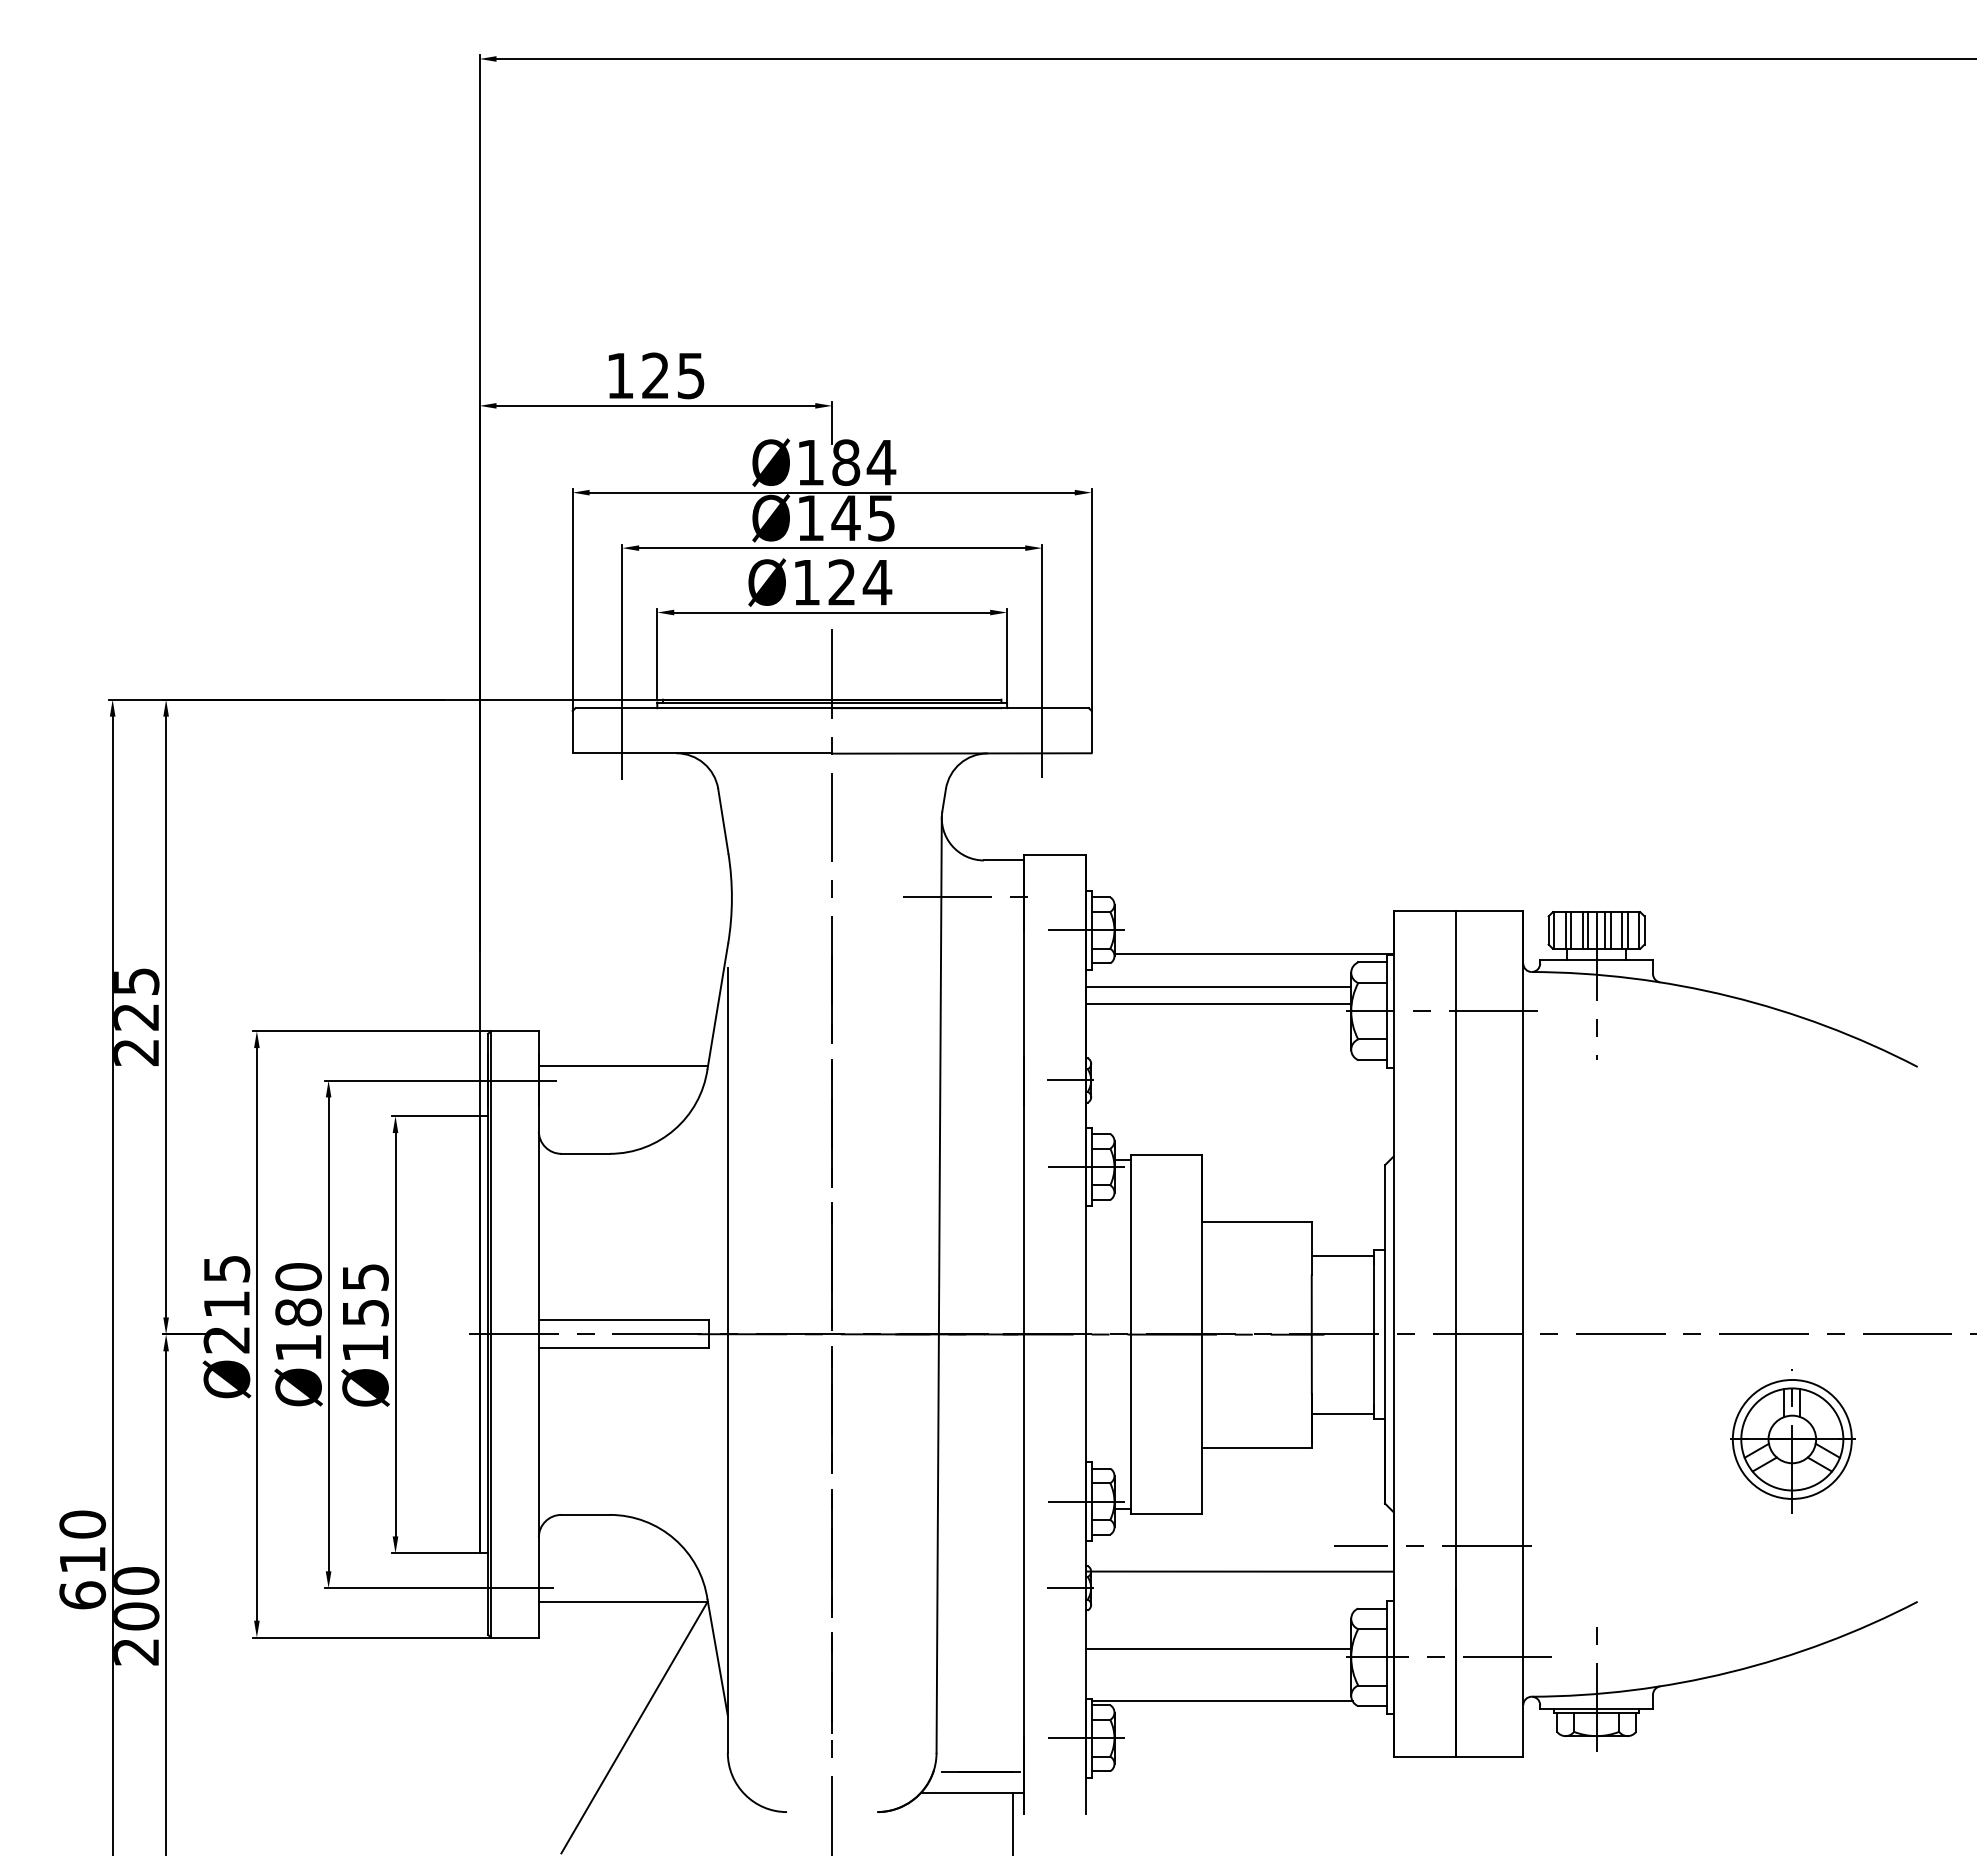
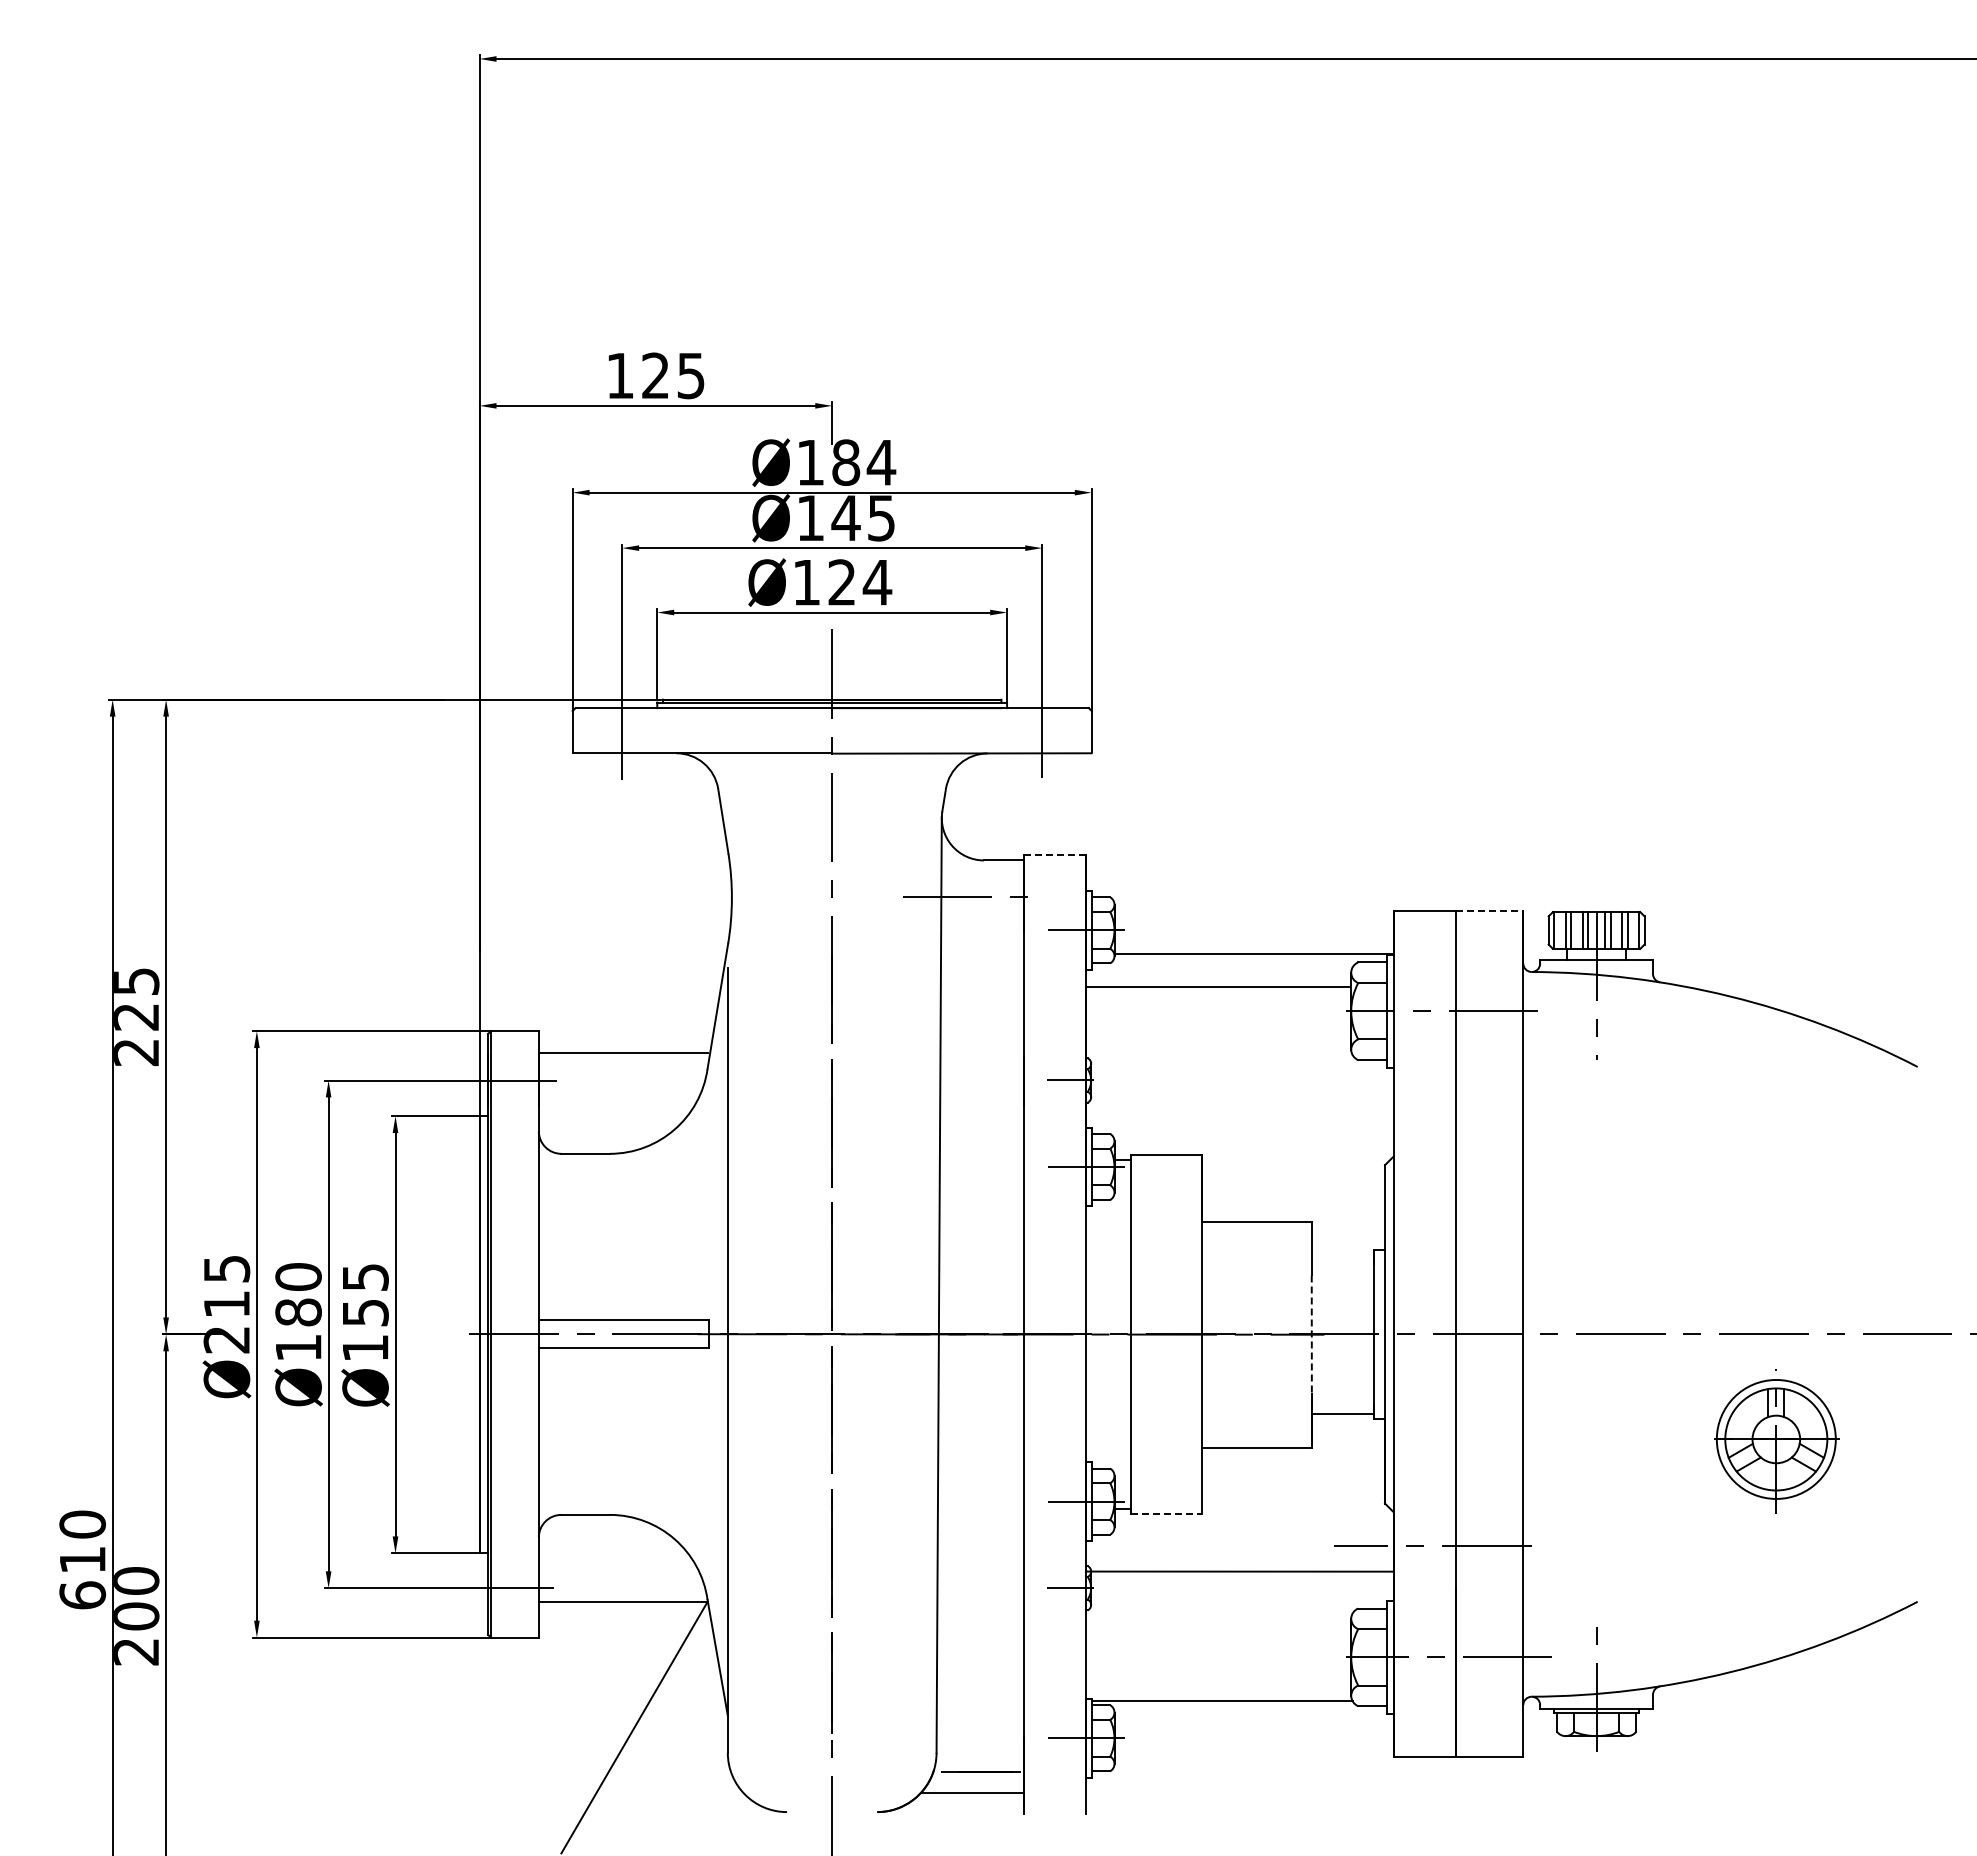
line at (1054, 854): solid -> dashed
line at (1489, 911): solid -> dashed
line at (1218, 1004): present -> none
line at (622, 1066) position: (622, 1066) -> (622, 1053)
line at (1342, 1255): present -> none
line at (1311, 1335): solid -> dashed
part at (1792, 1441) position: (1792, 1441) -> (1776, 1441)
line at (1166, 1513): solid -> dashed
line at (1218, 1649): present -> none
line at (1012, 1822): present -> none
